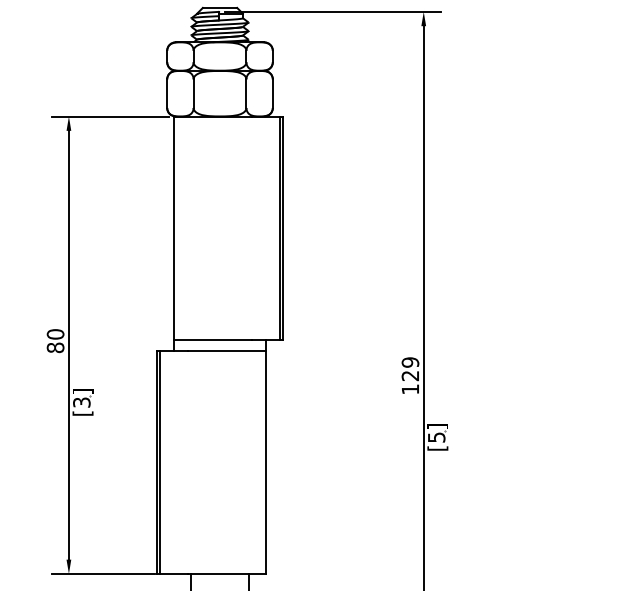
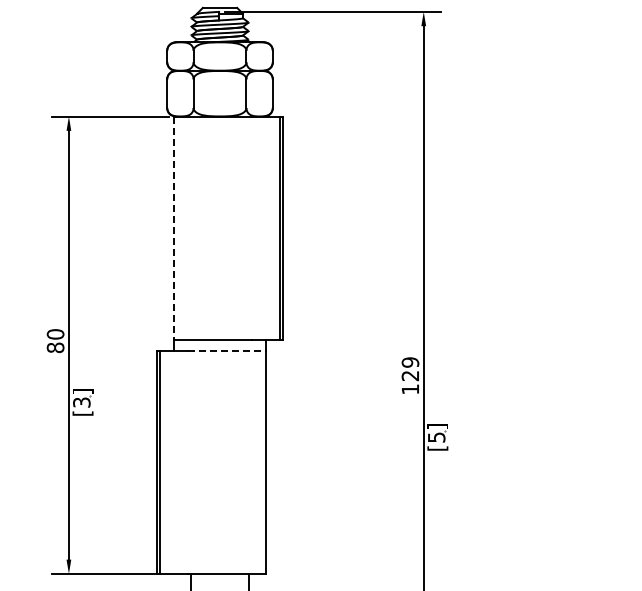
line at (174, 228): solid -> dashed
line at (227, 350): solid -> dashed
